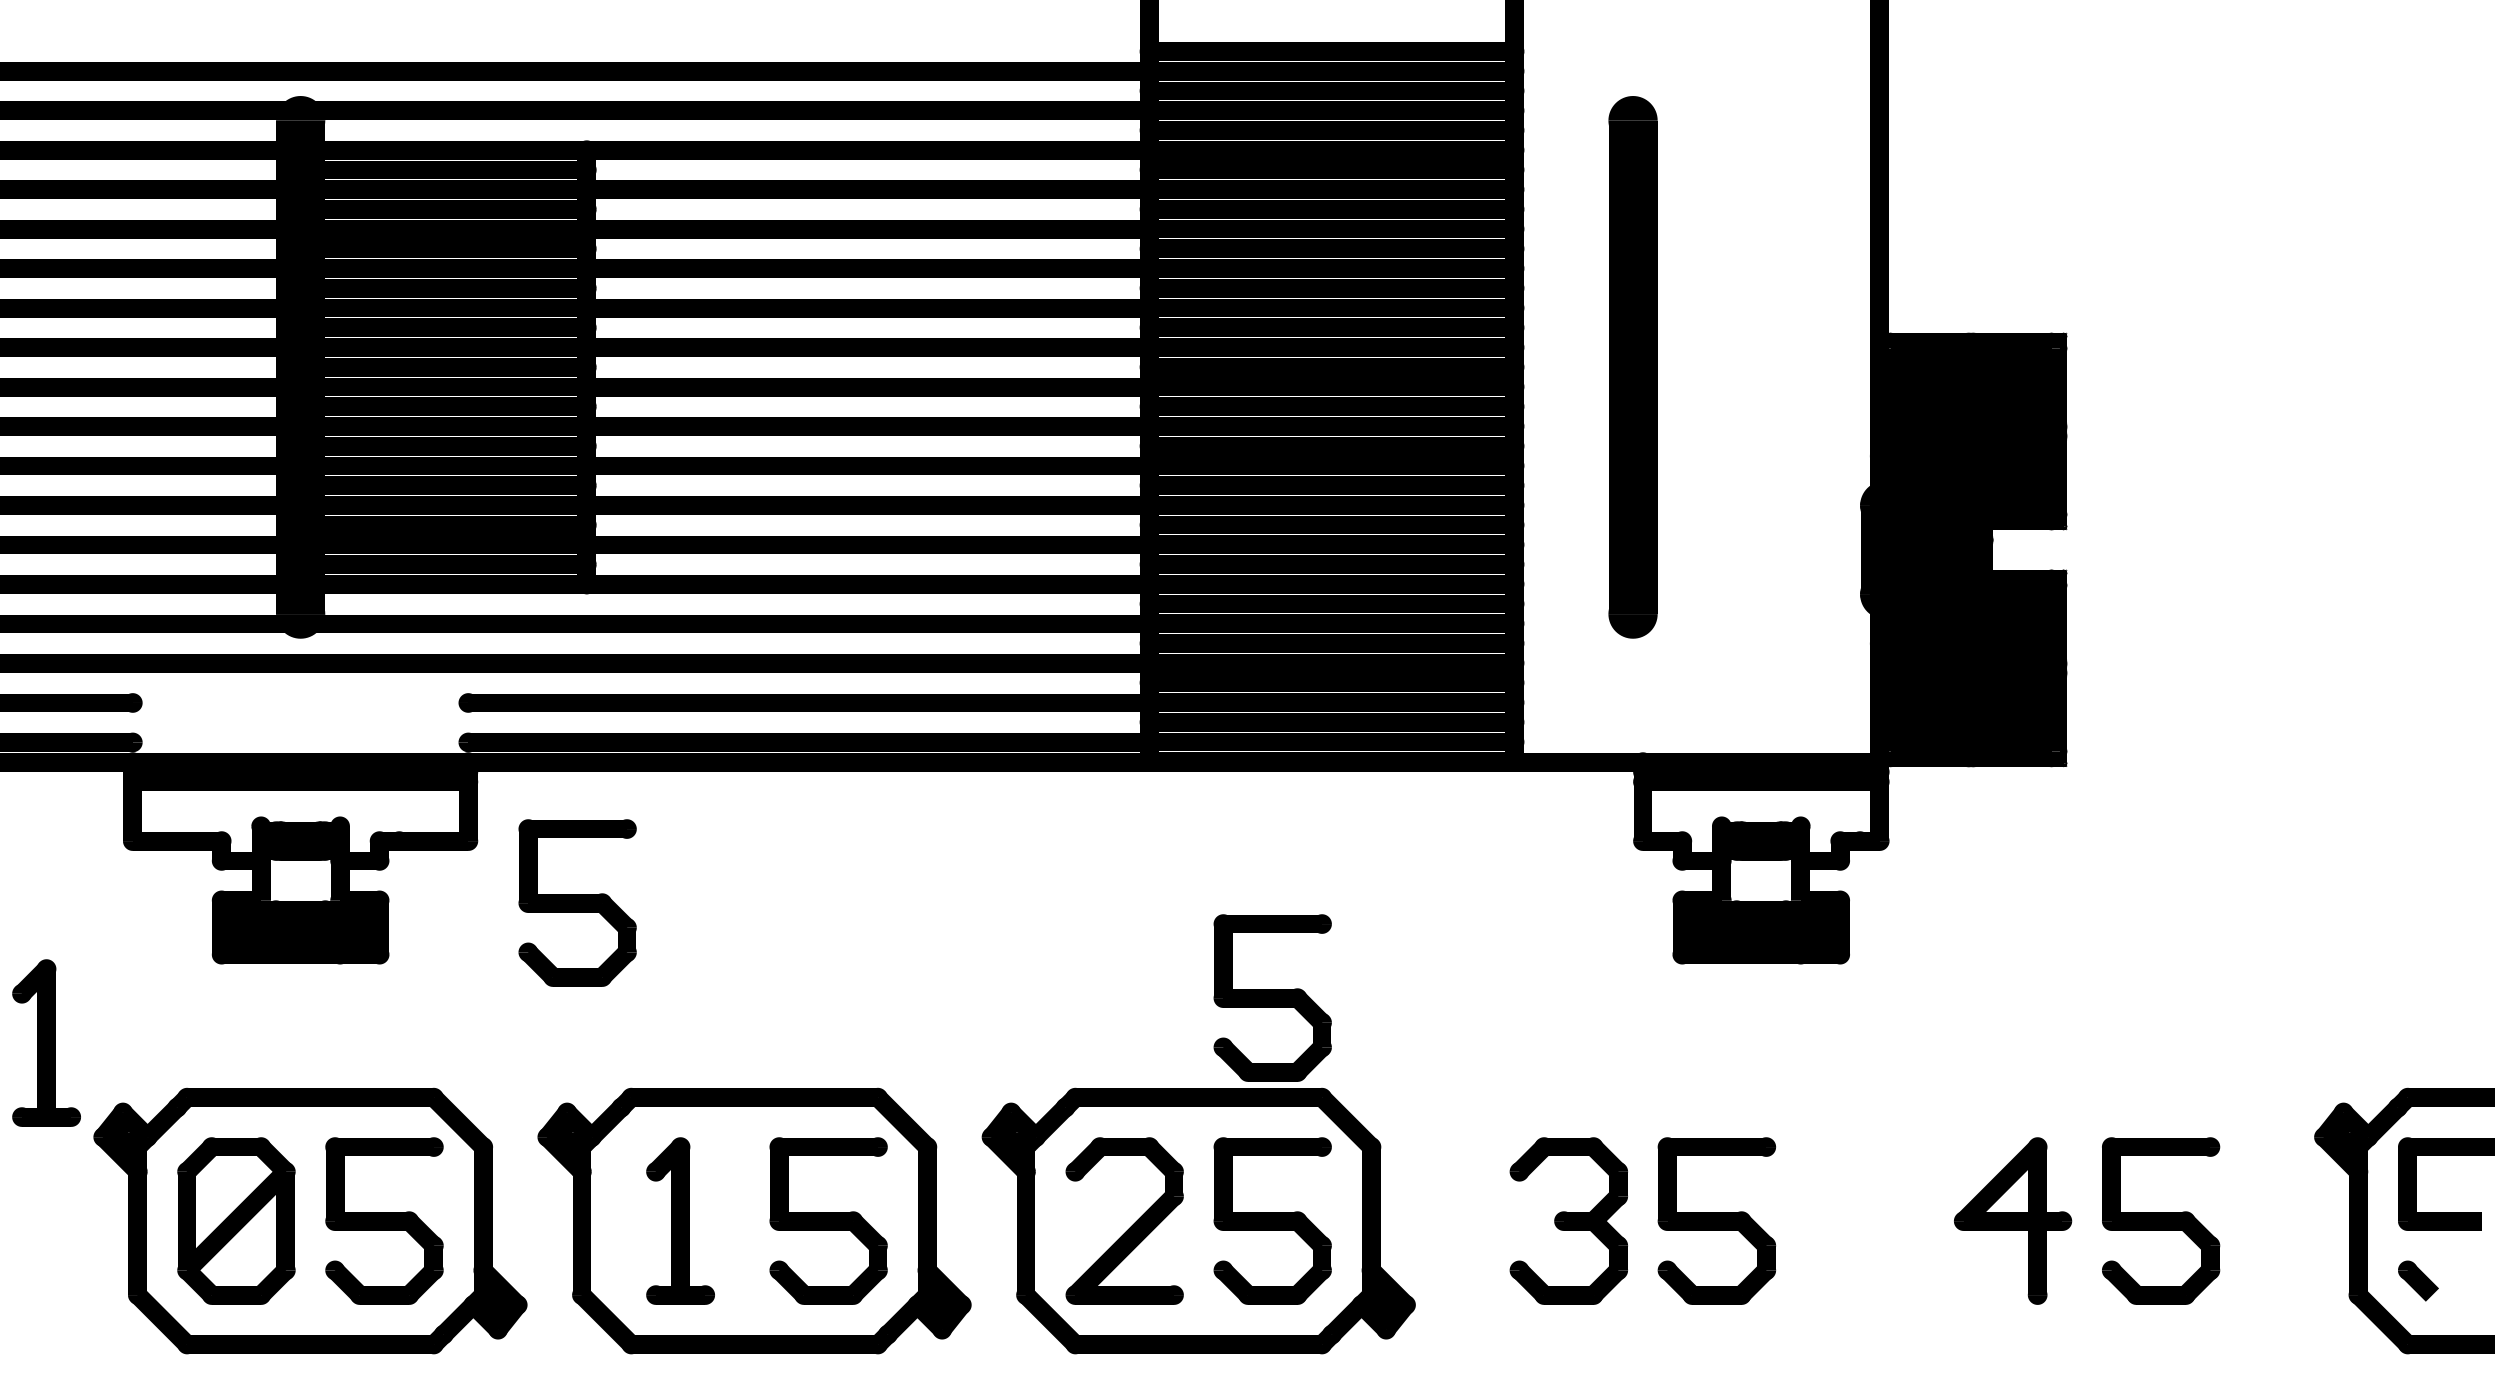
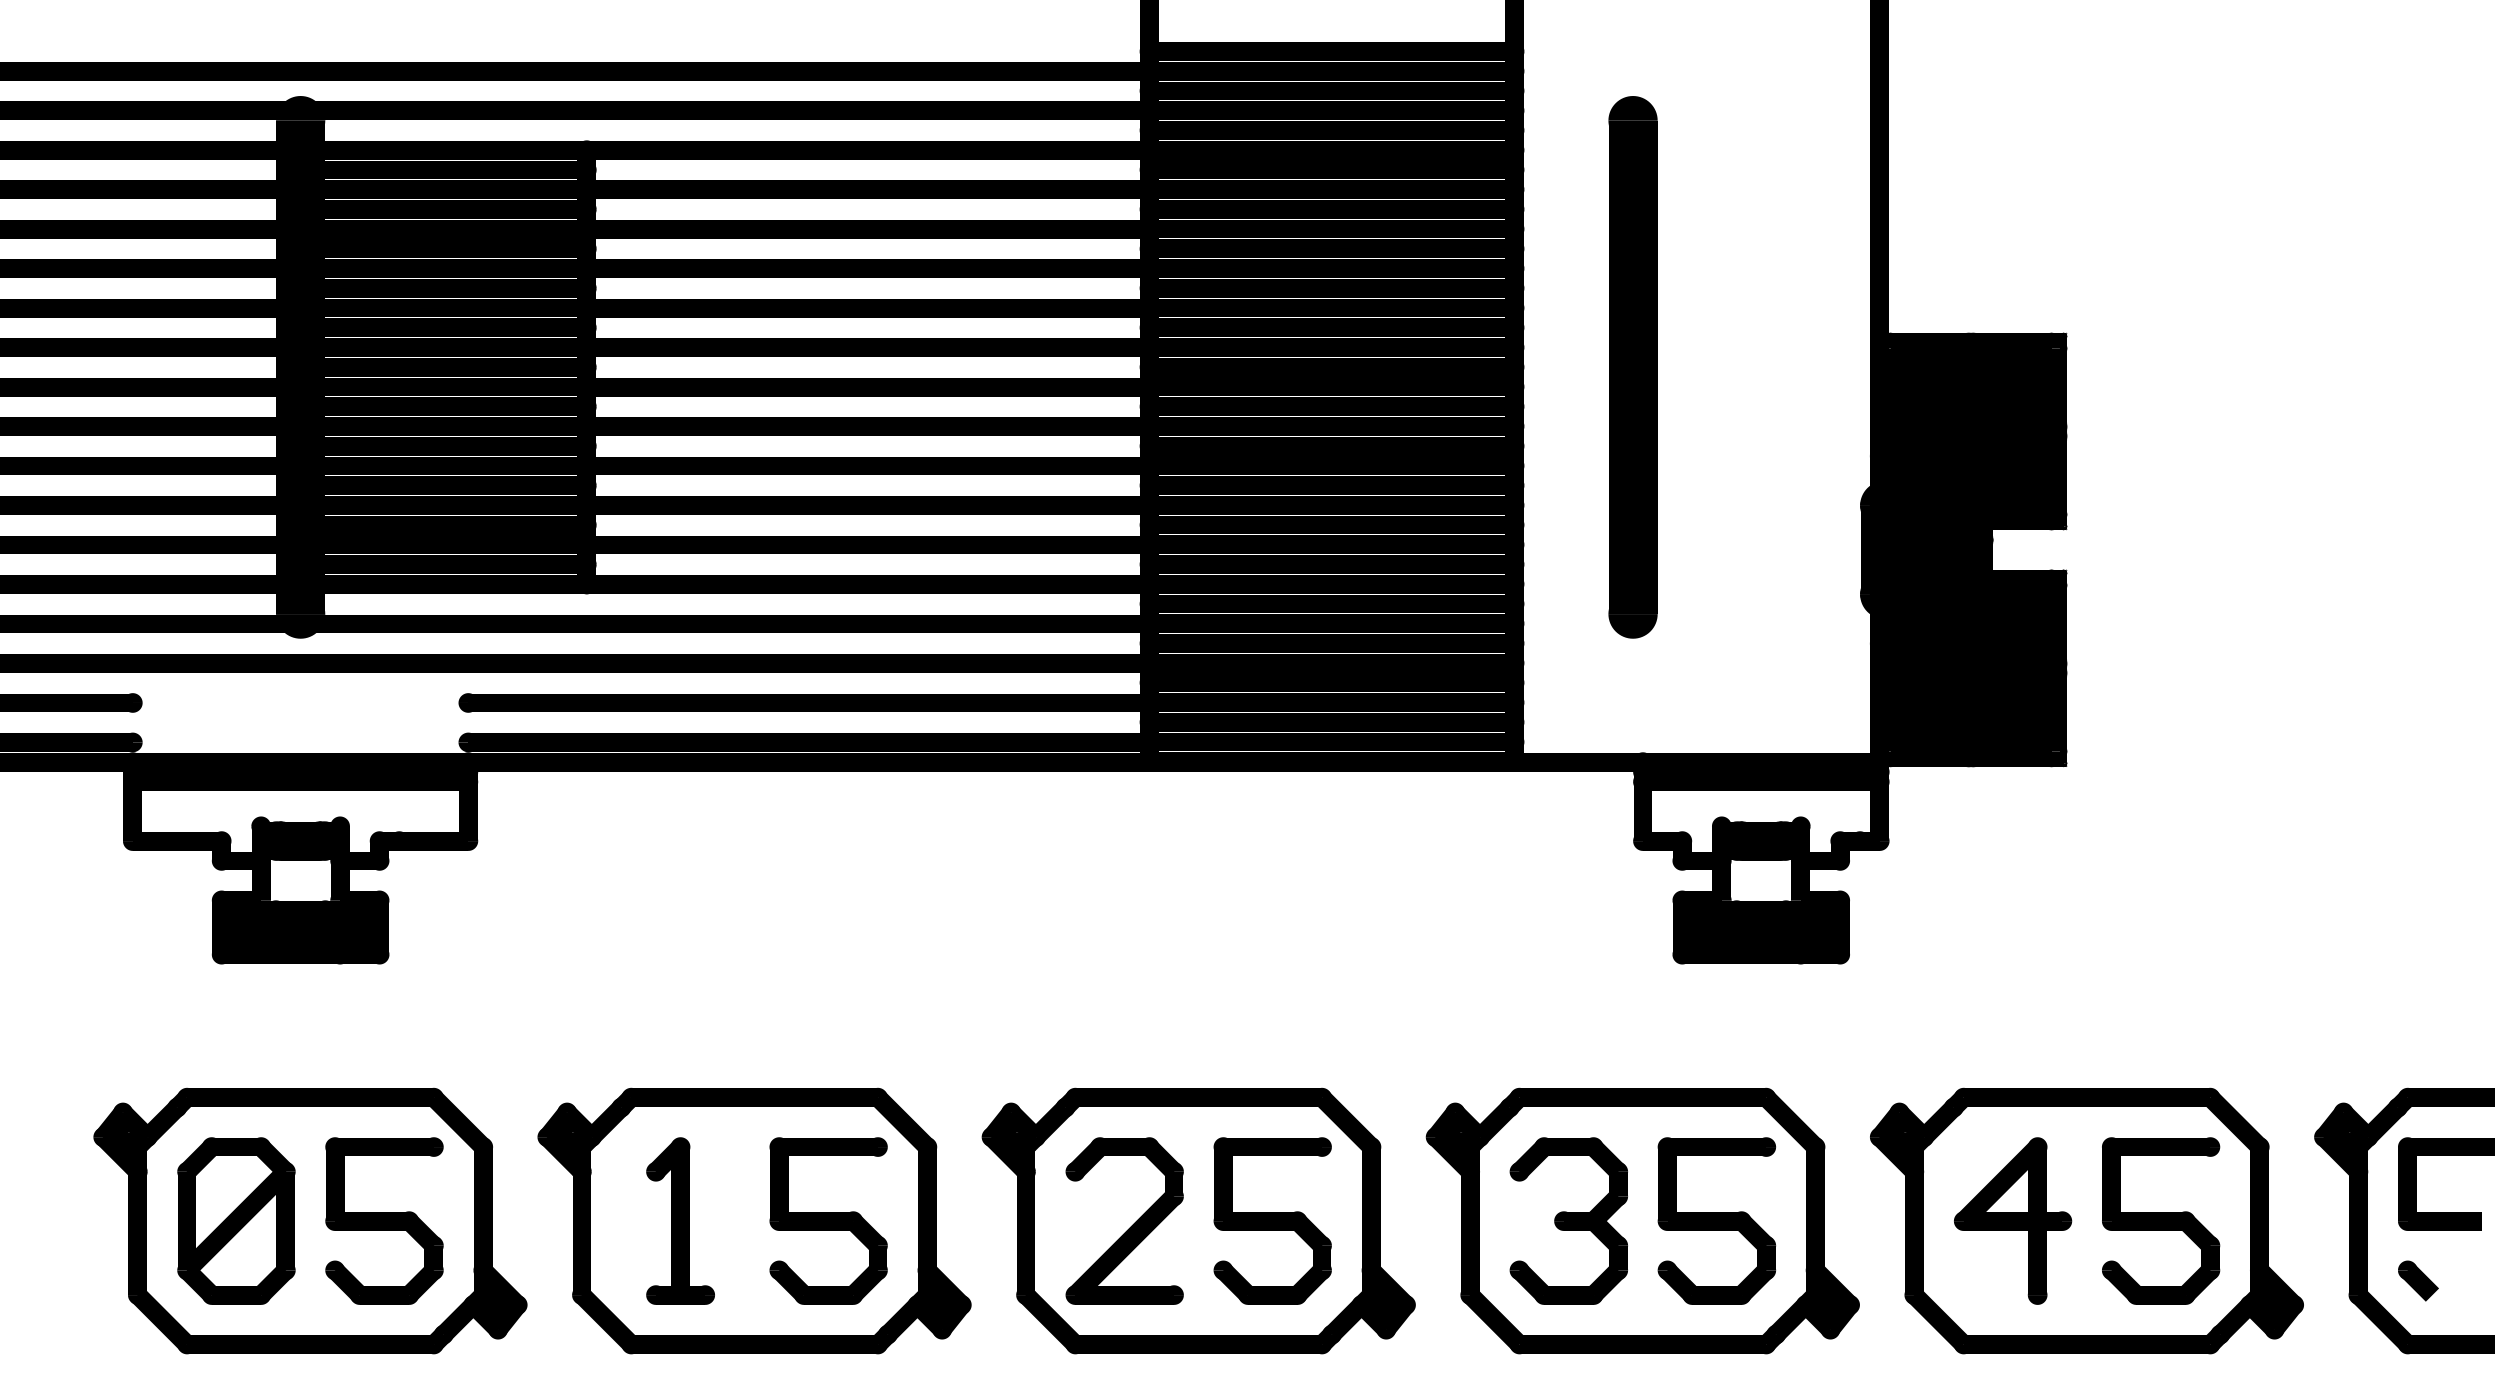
part at (577, 902): present -> none
part at (1272, 997): present -> none
part at (46, 1042): present -> none
part at (1642, 1220): none -> present
part at (2086, 1220): none -> present
